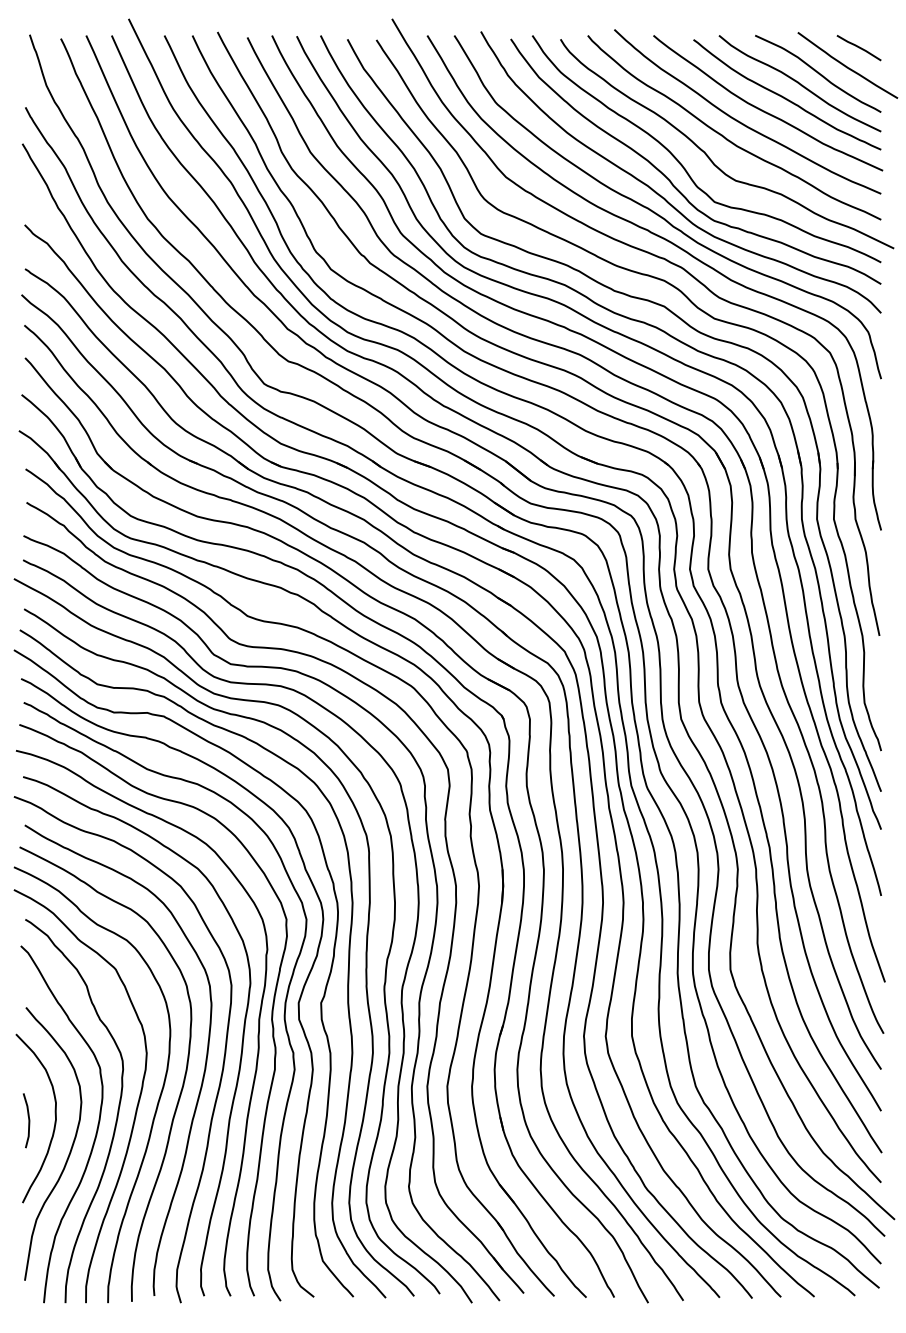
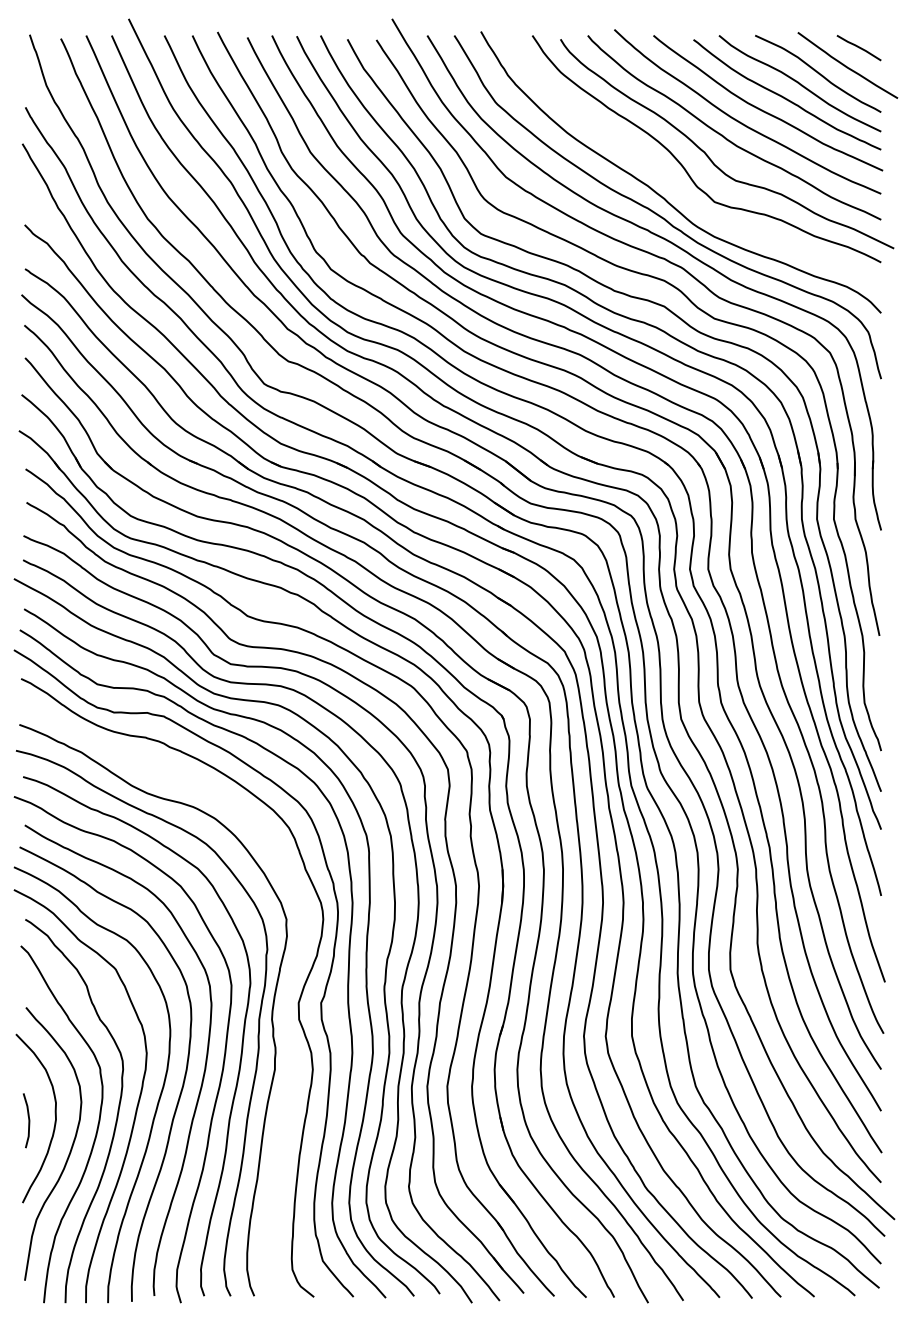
curve at (672, 182): present -> none
curve at (283, 1014): present -> none
